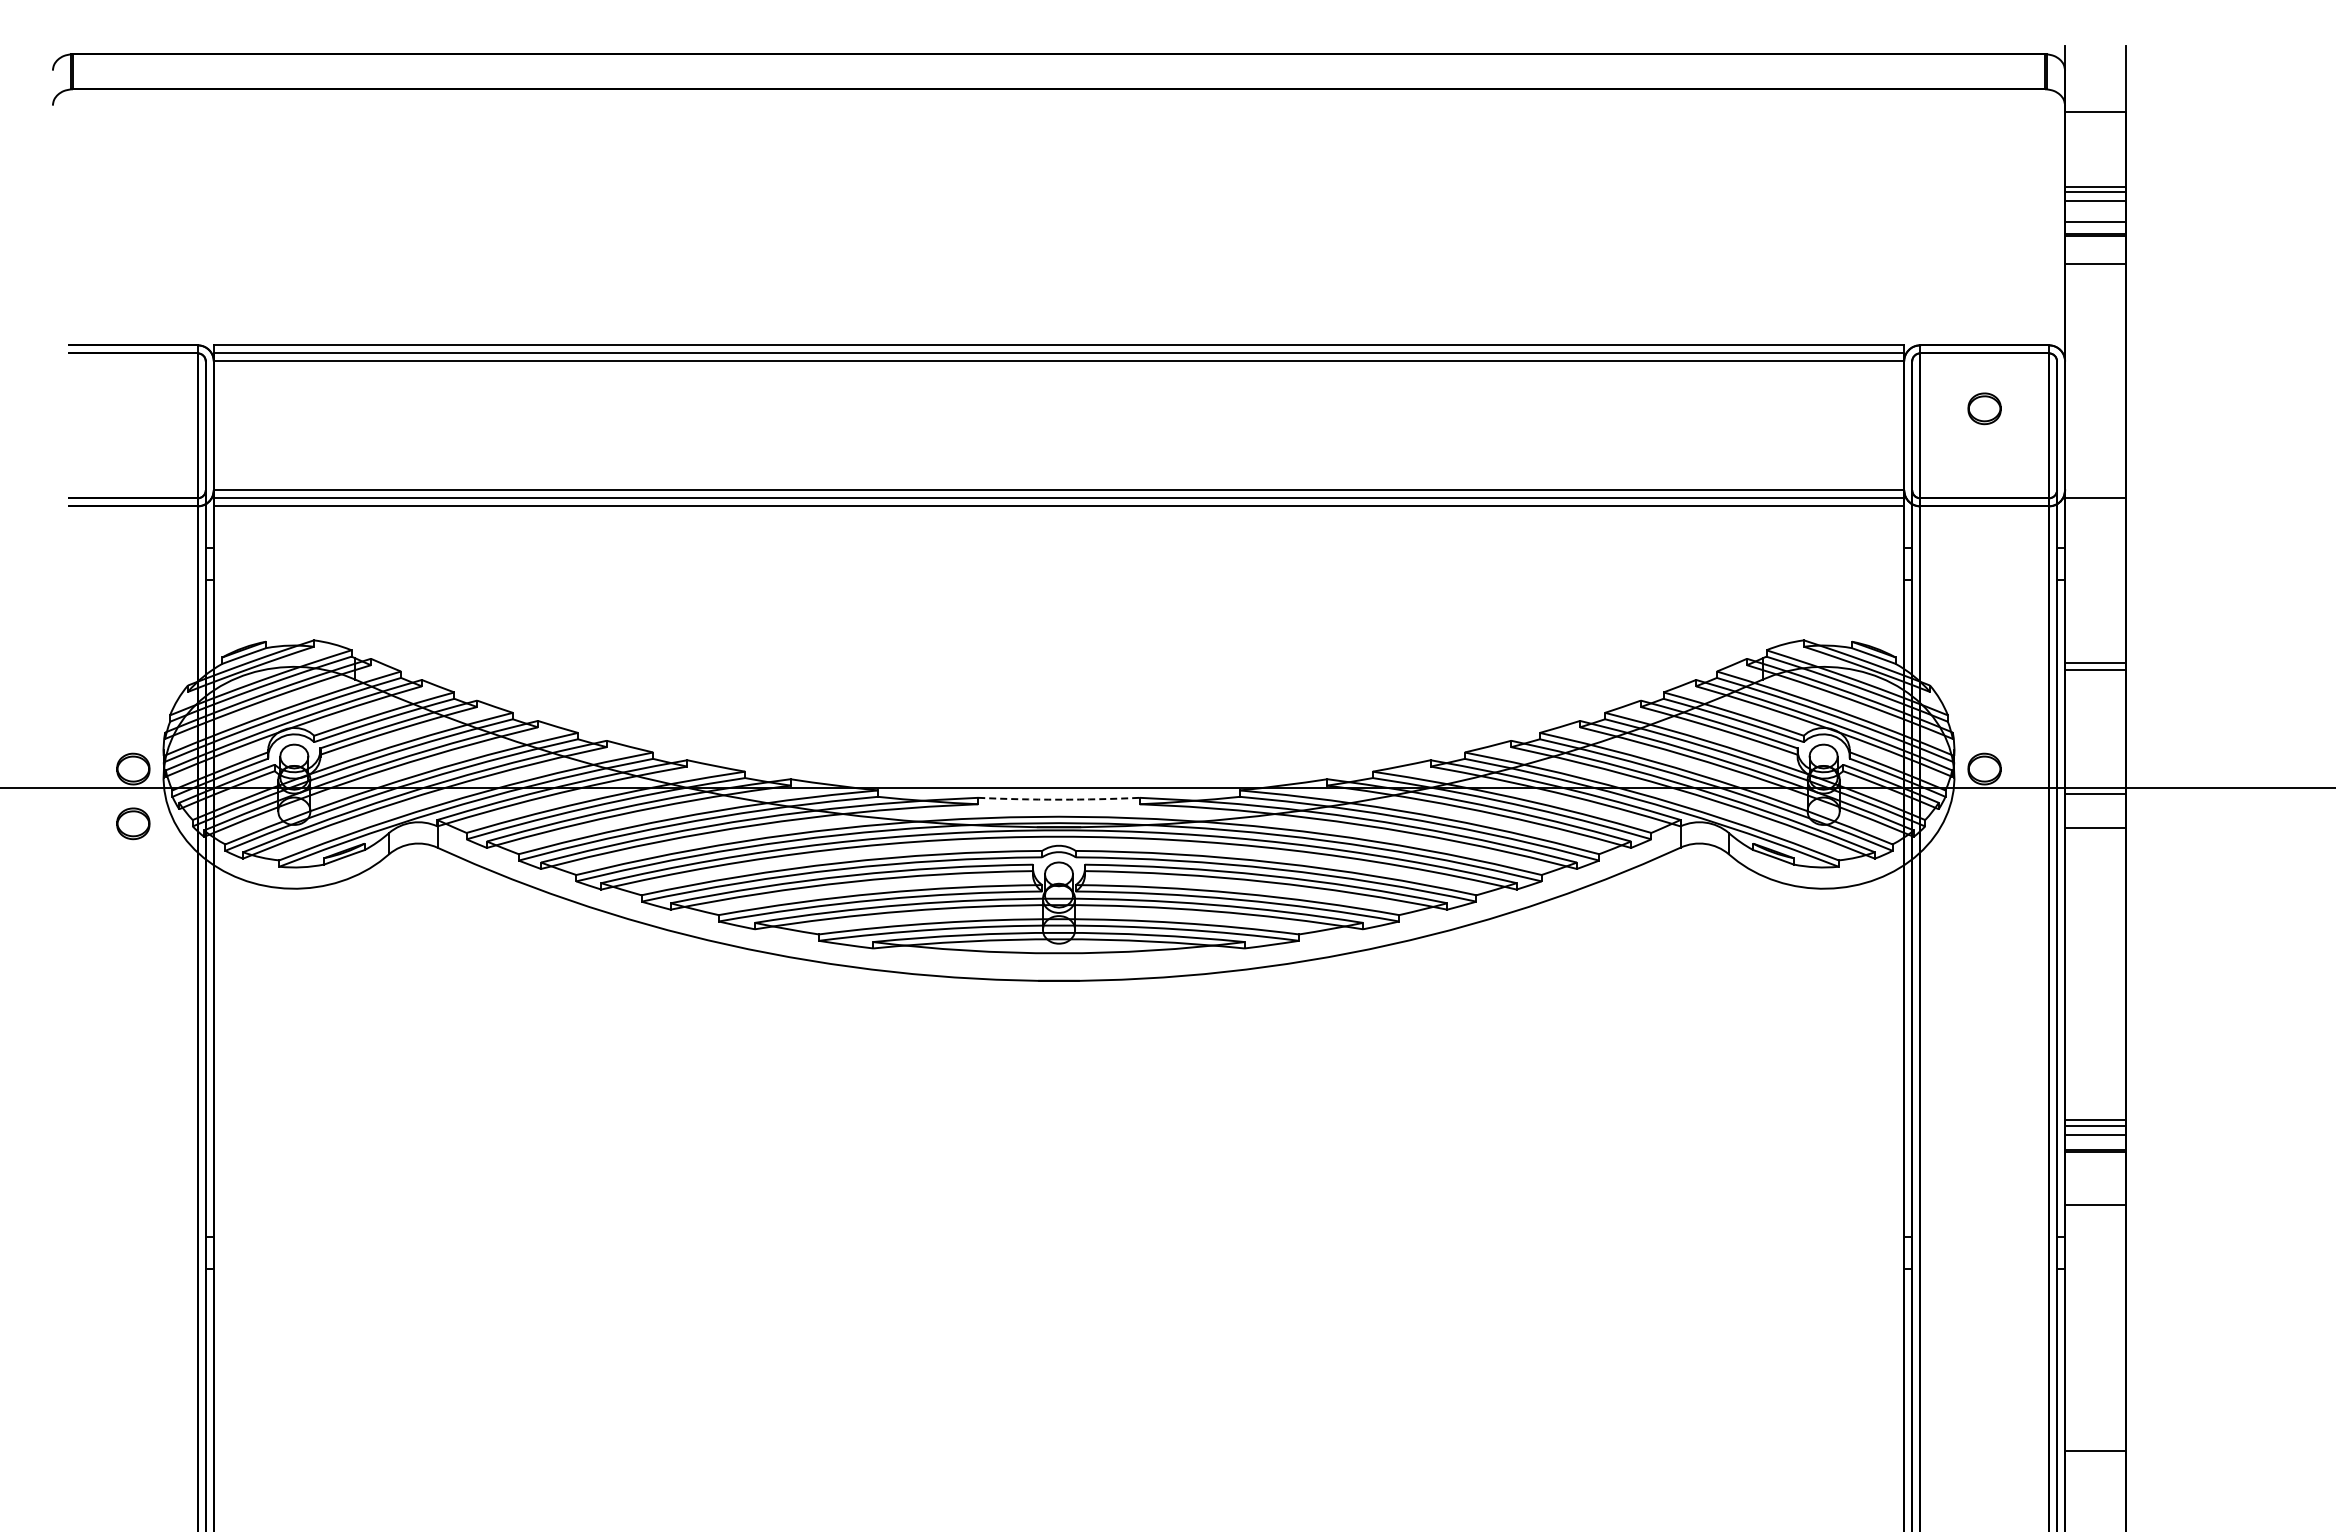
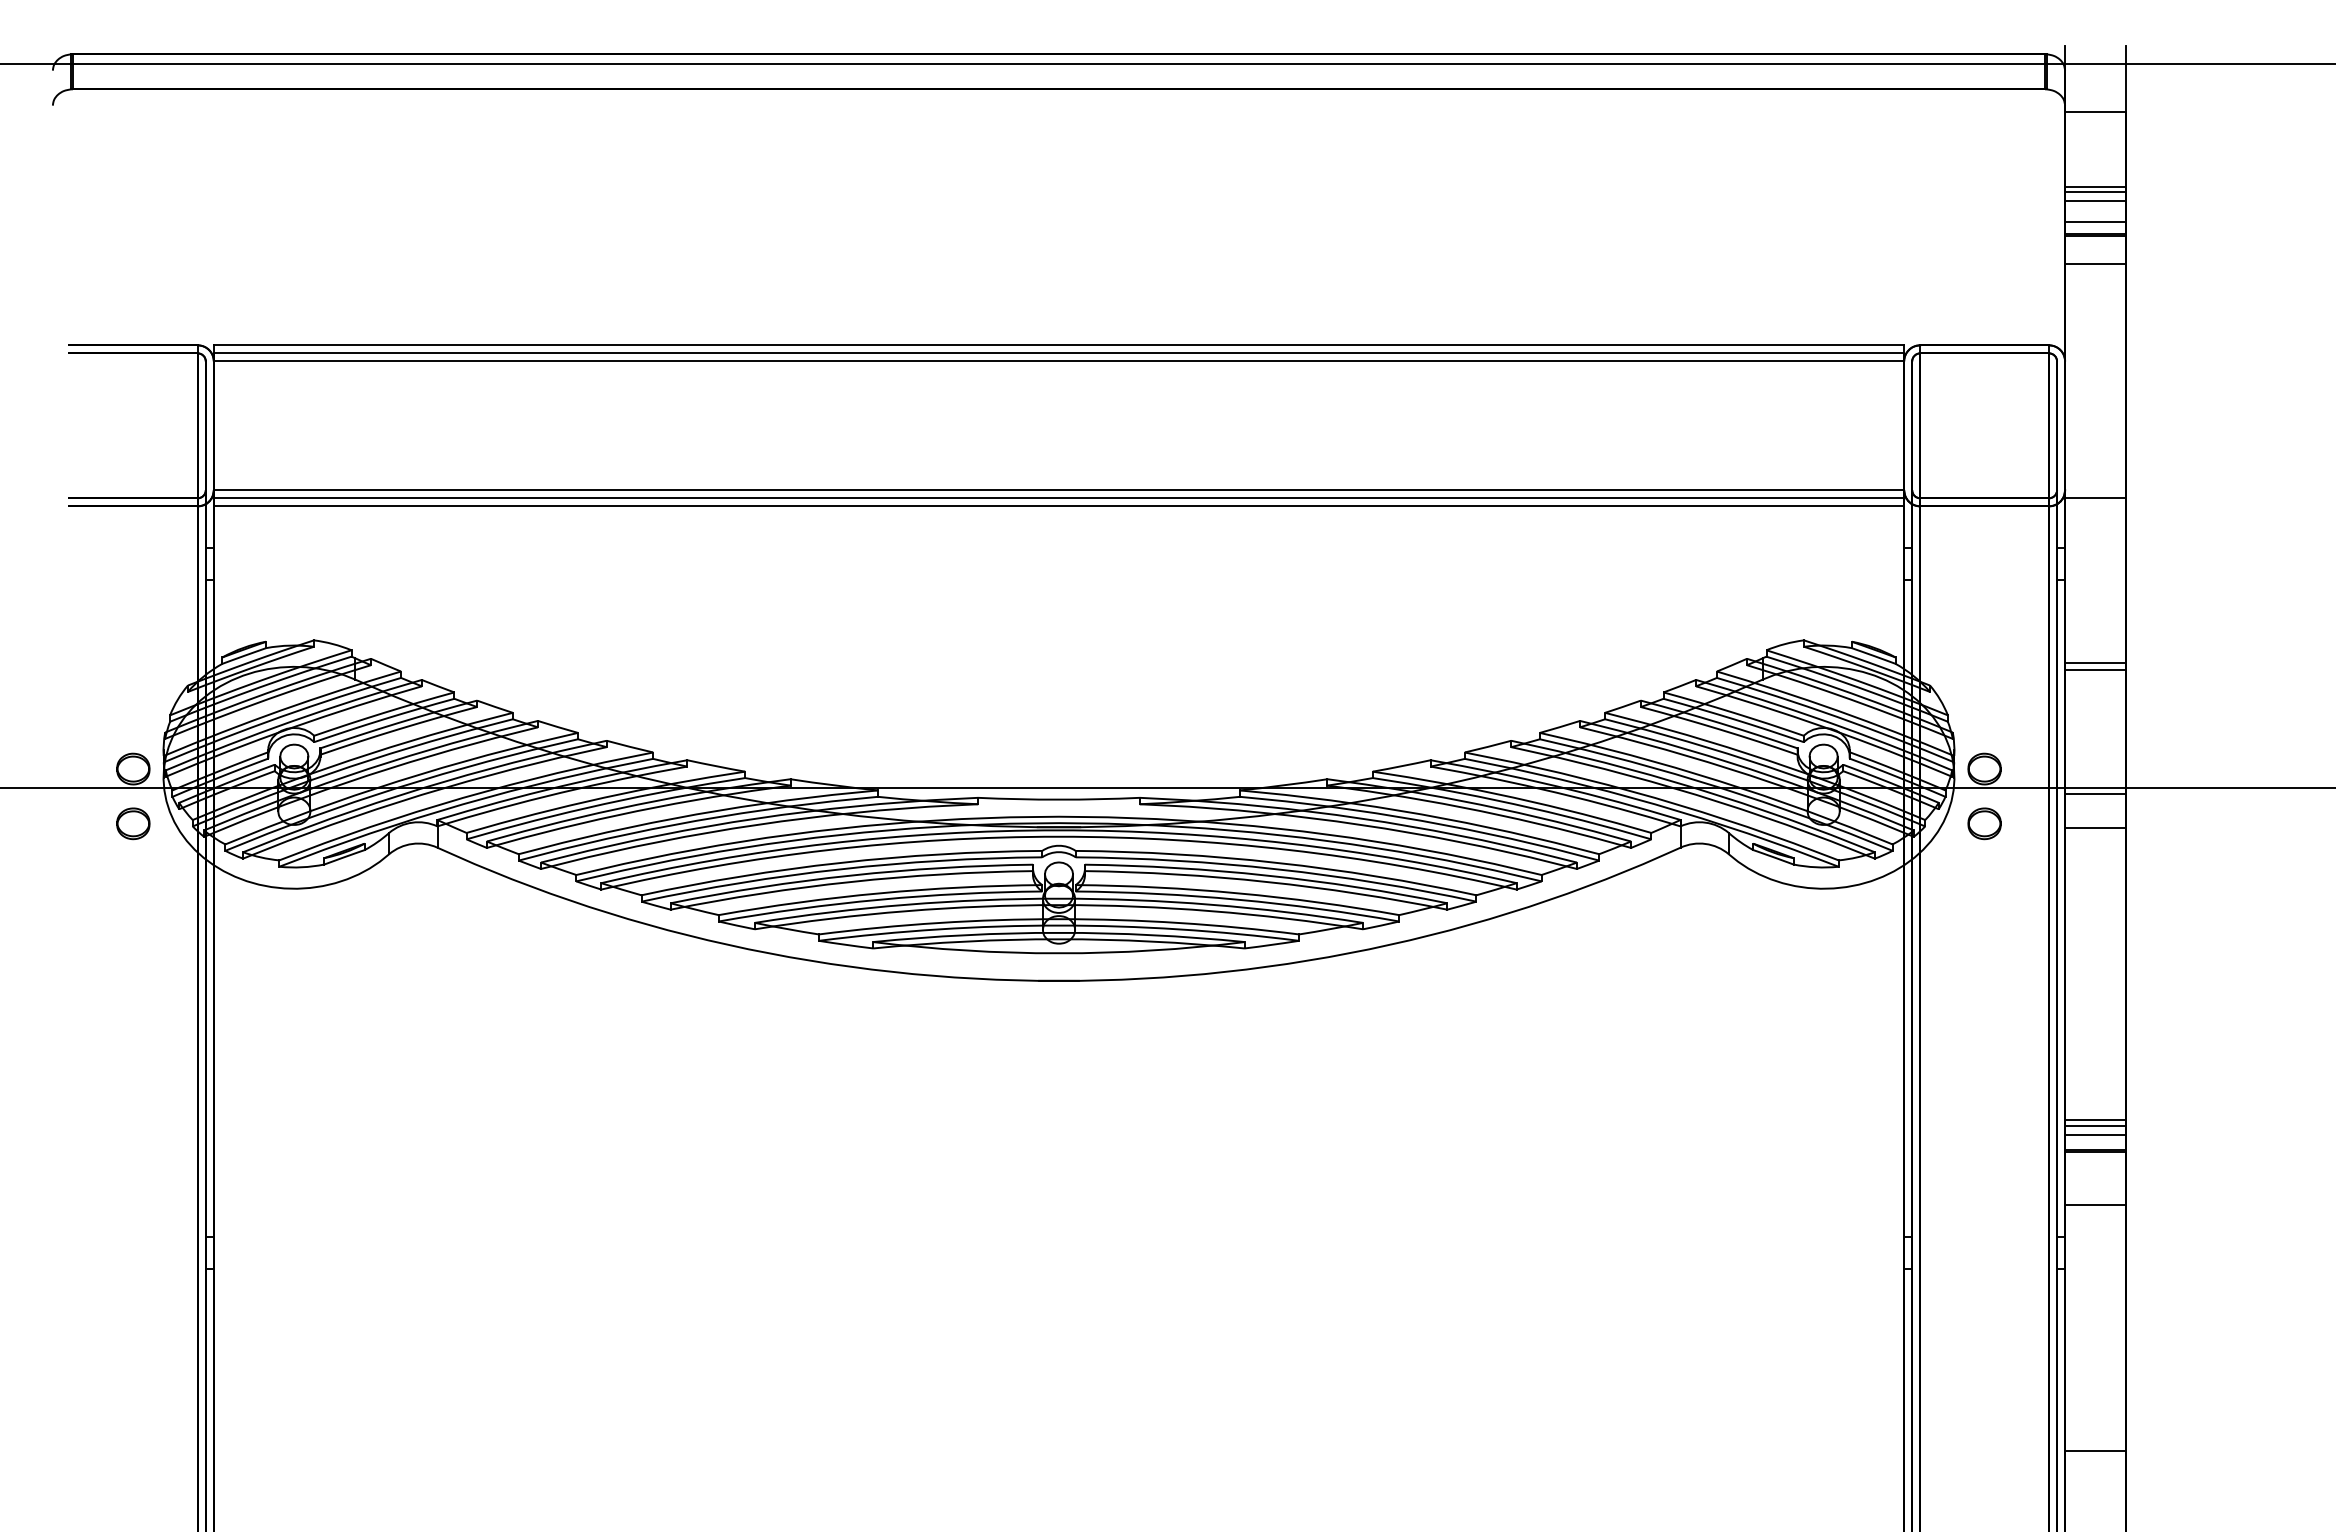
line at (1167, 63): none -> present
part at (1984, 408) position: (1984, 408) -> (1984, 823)
arc at (1059, 799): dashed -> solid
